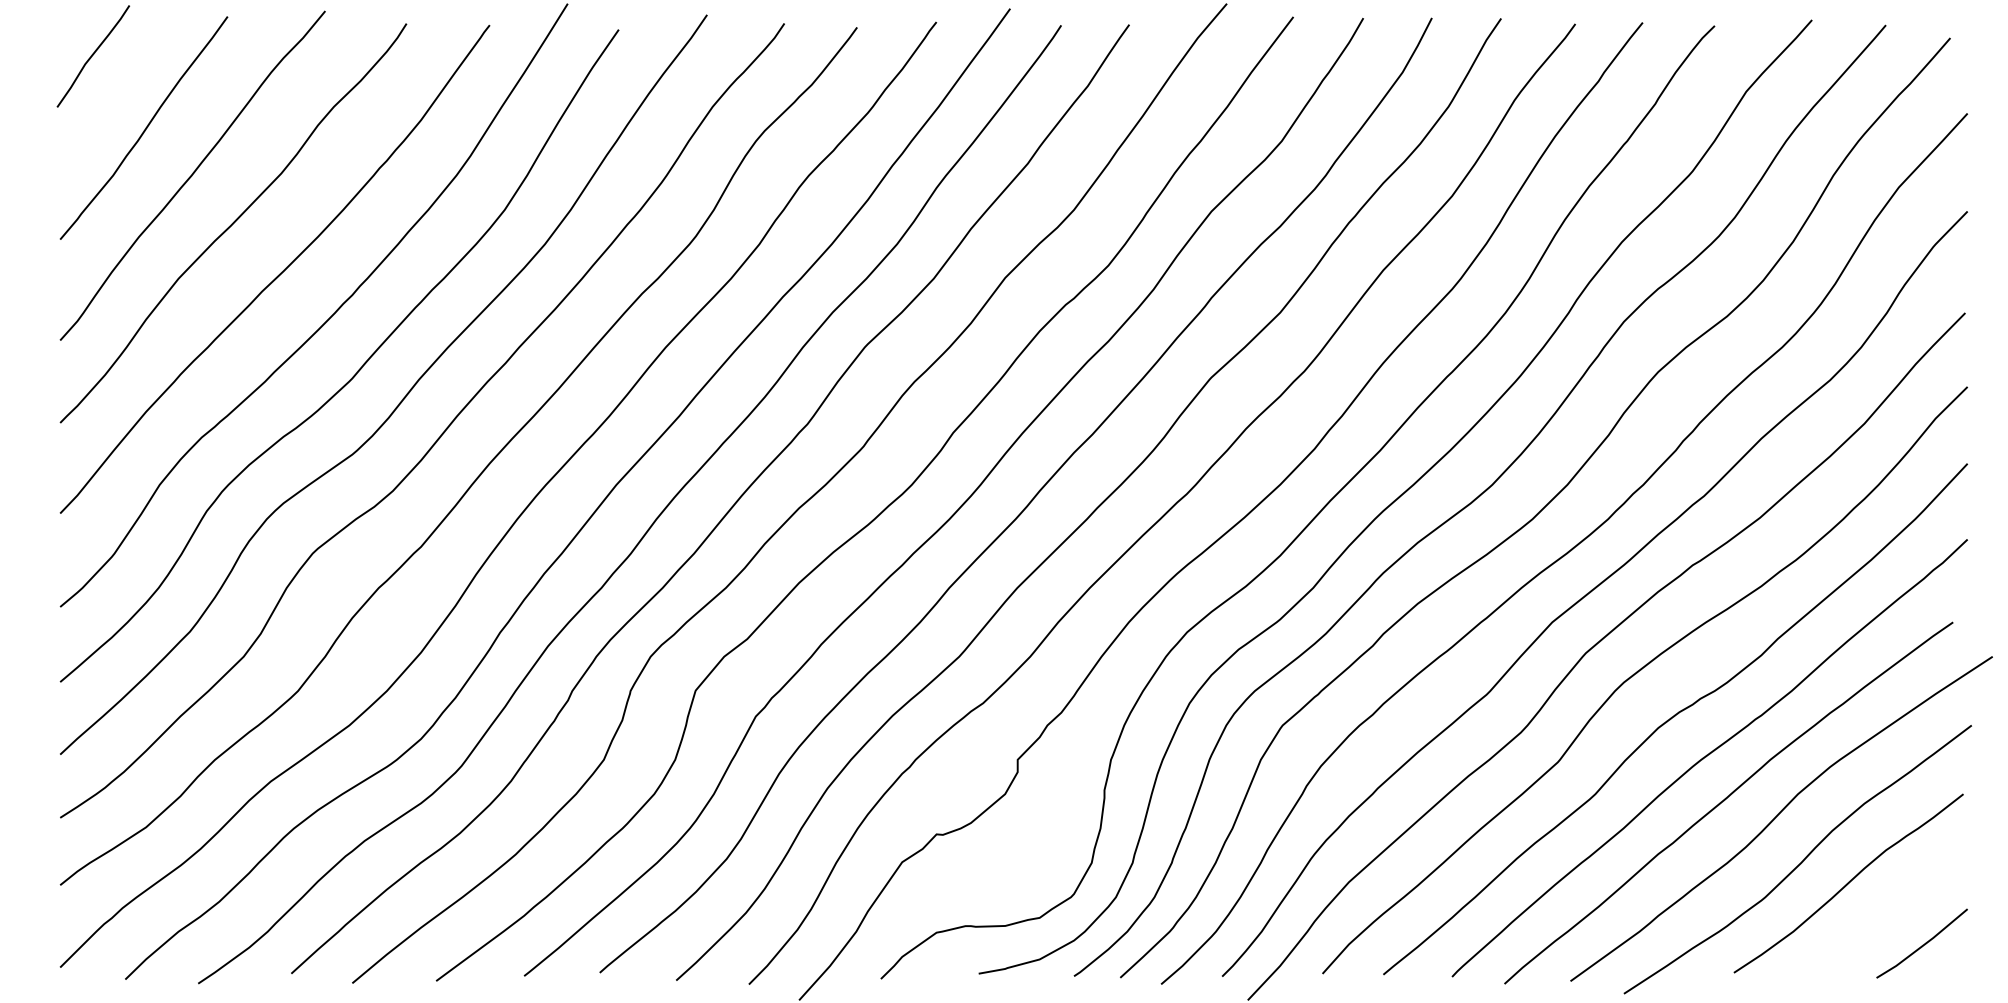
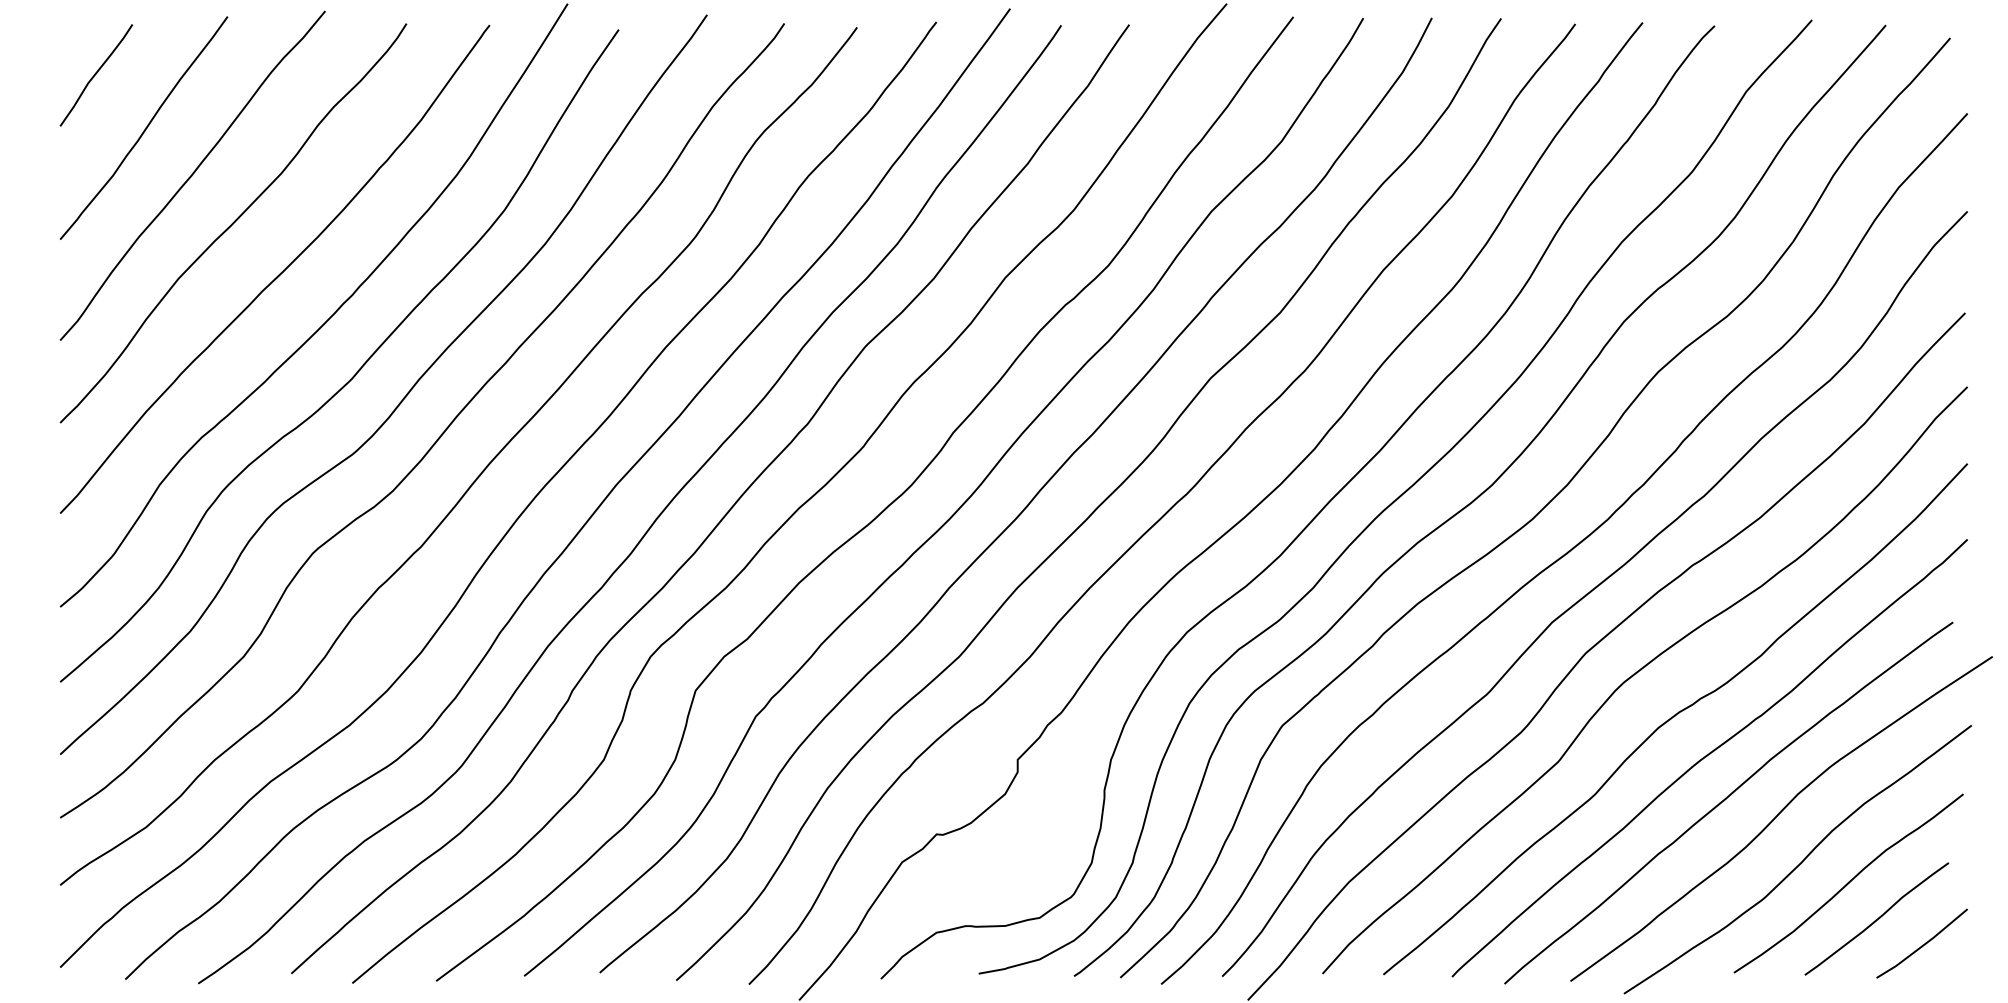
curve at (93, 55) position: (93, 55) -> (96, 74)
curve at (1877, 918): none -> present
